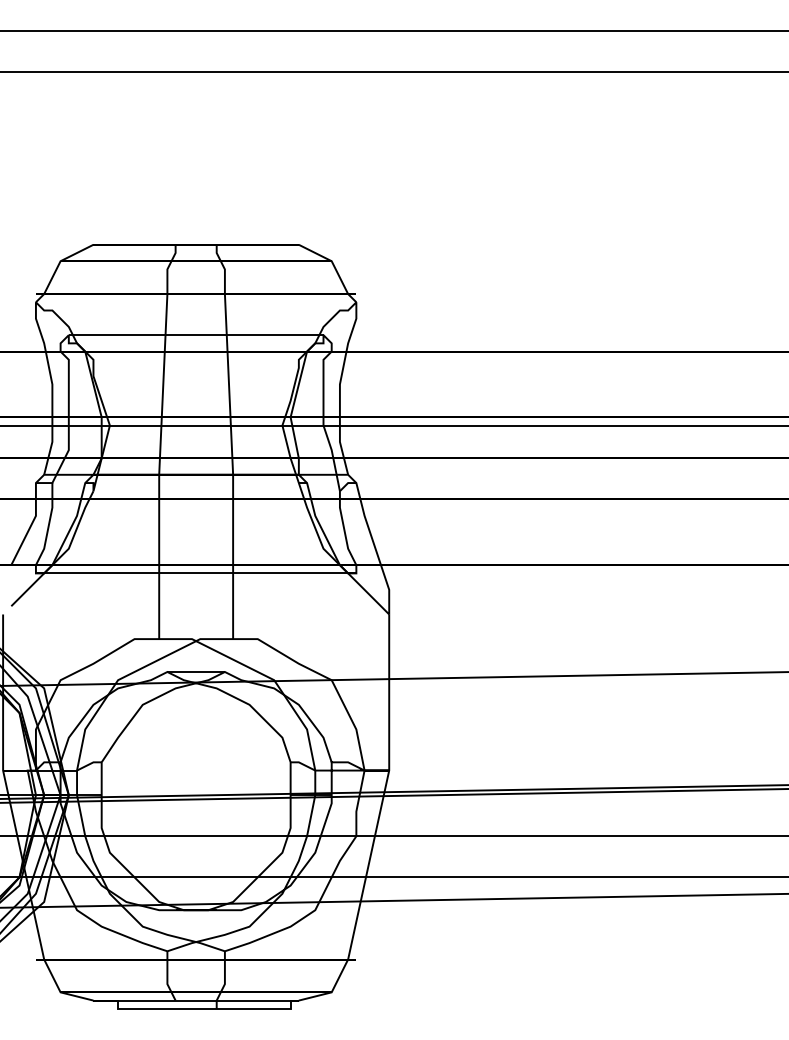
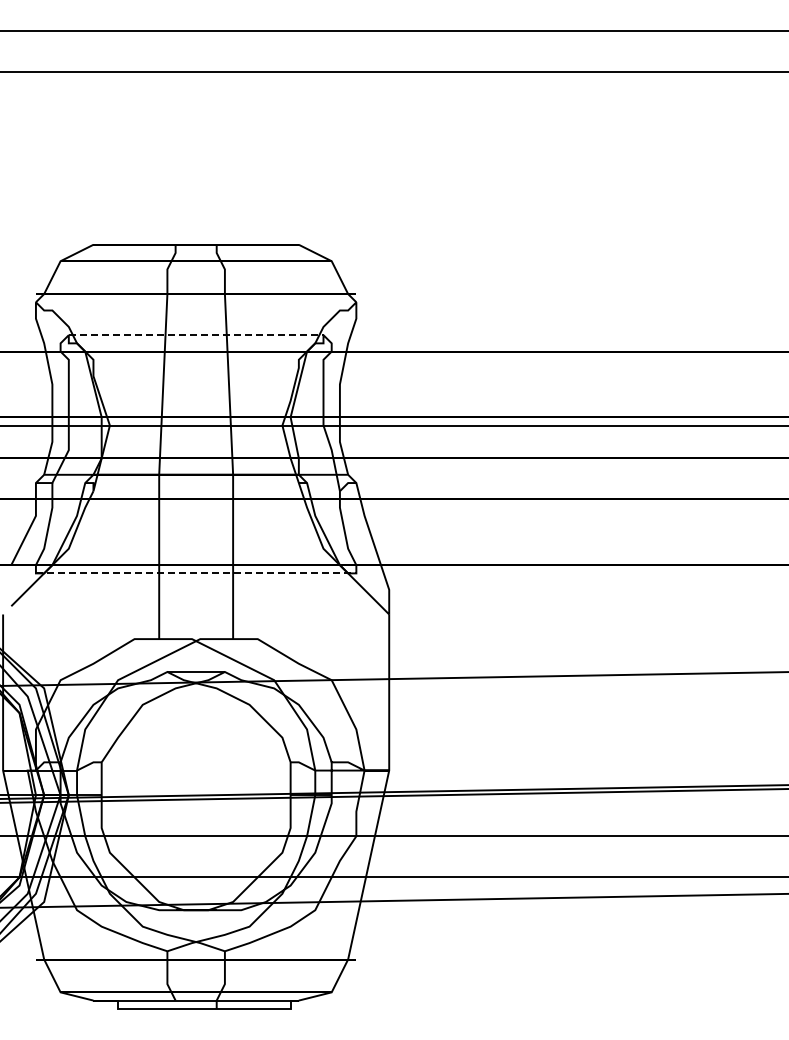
line at (196, 335): solid -> dashed
line at (196, 573): solid -> dashed
